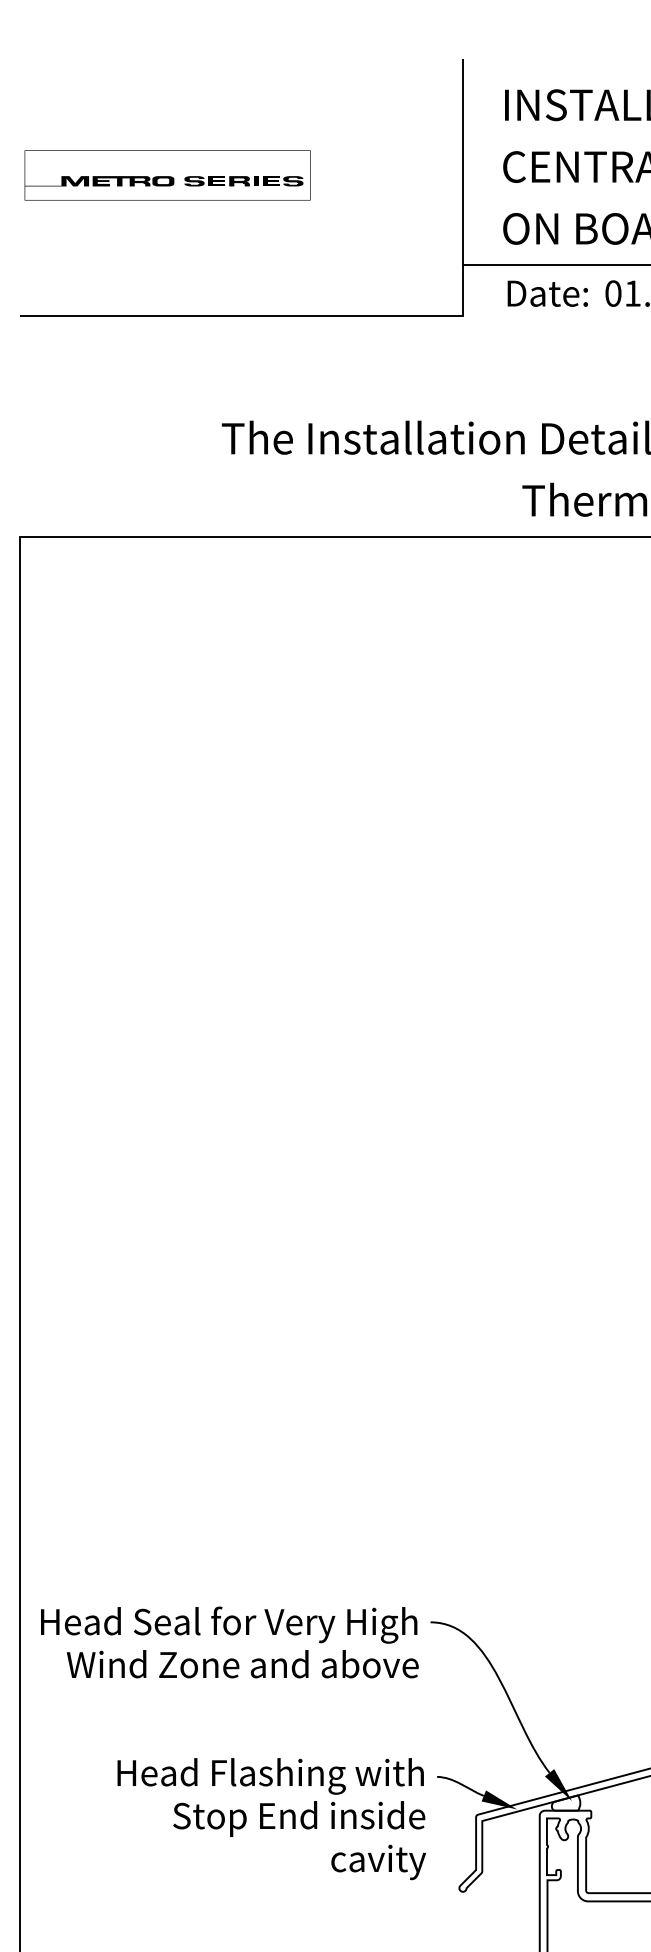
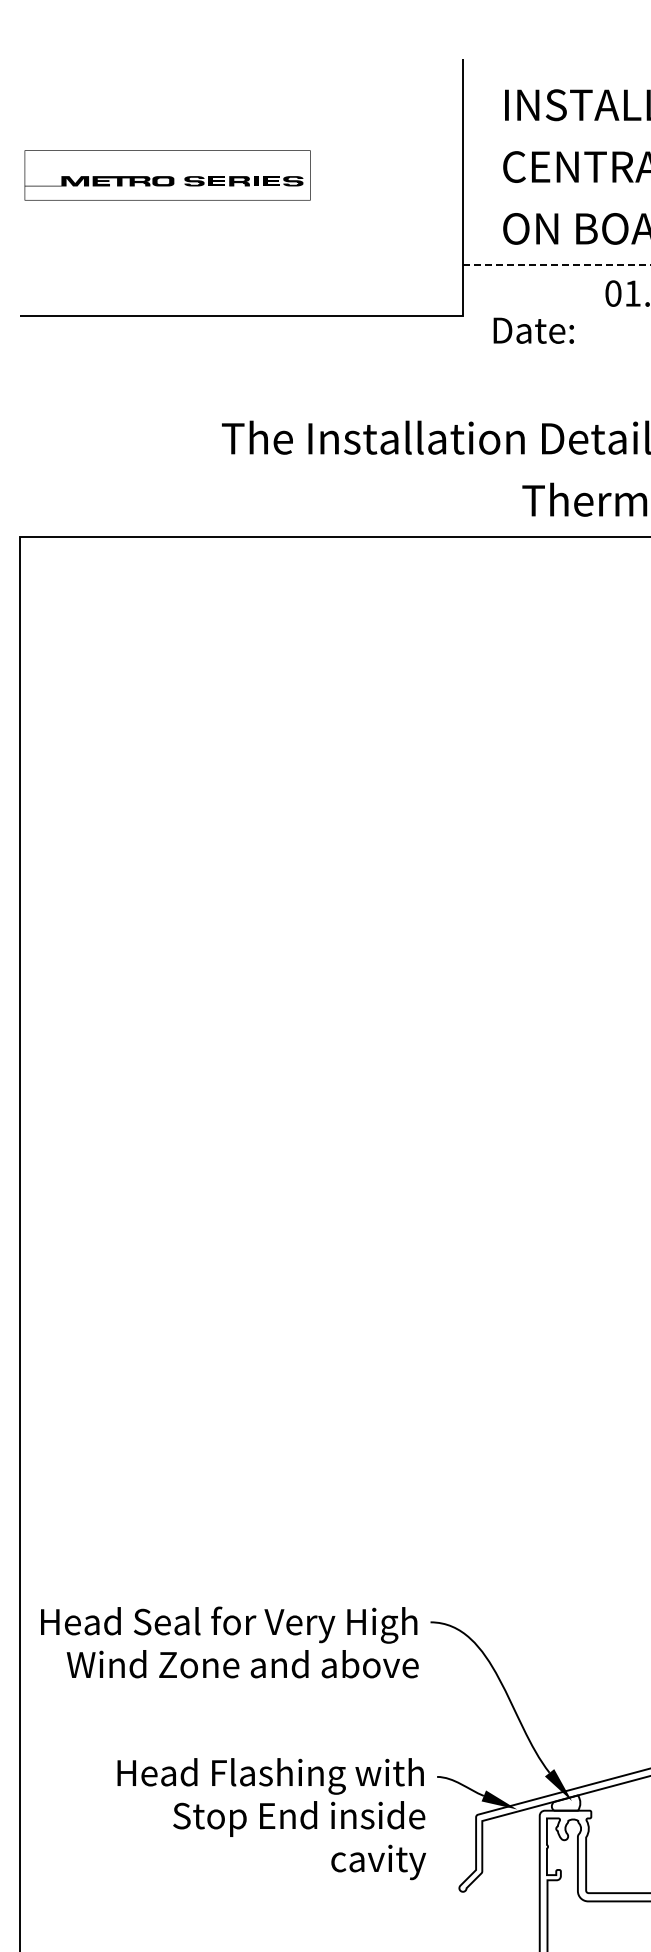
line at (556, 265): solid -> dashed
text at (547, 293) position: (547, 293) -> (533, 330)
